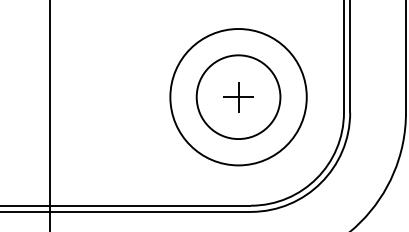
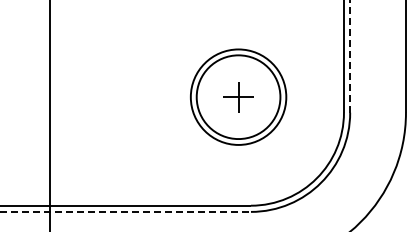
line at (350, 56): solid -> dashed
circle at (238, 97) diameter: 136 px -> 95 px
line at (126, 211): solid -> dashed
